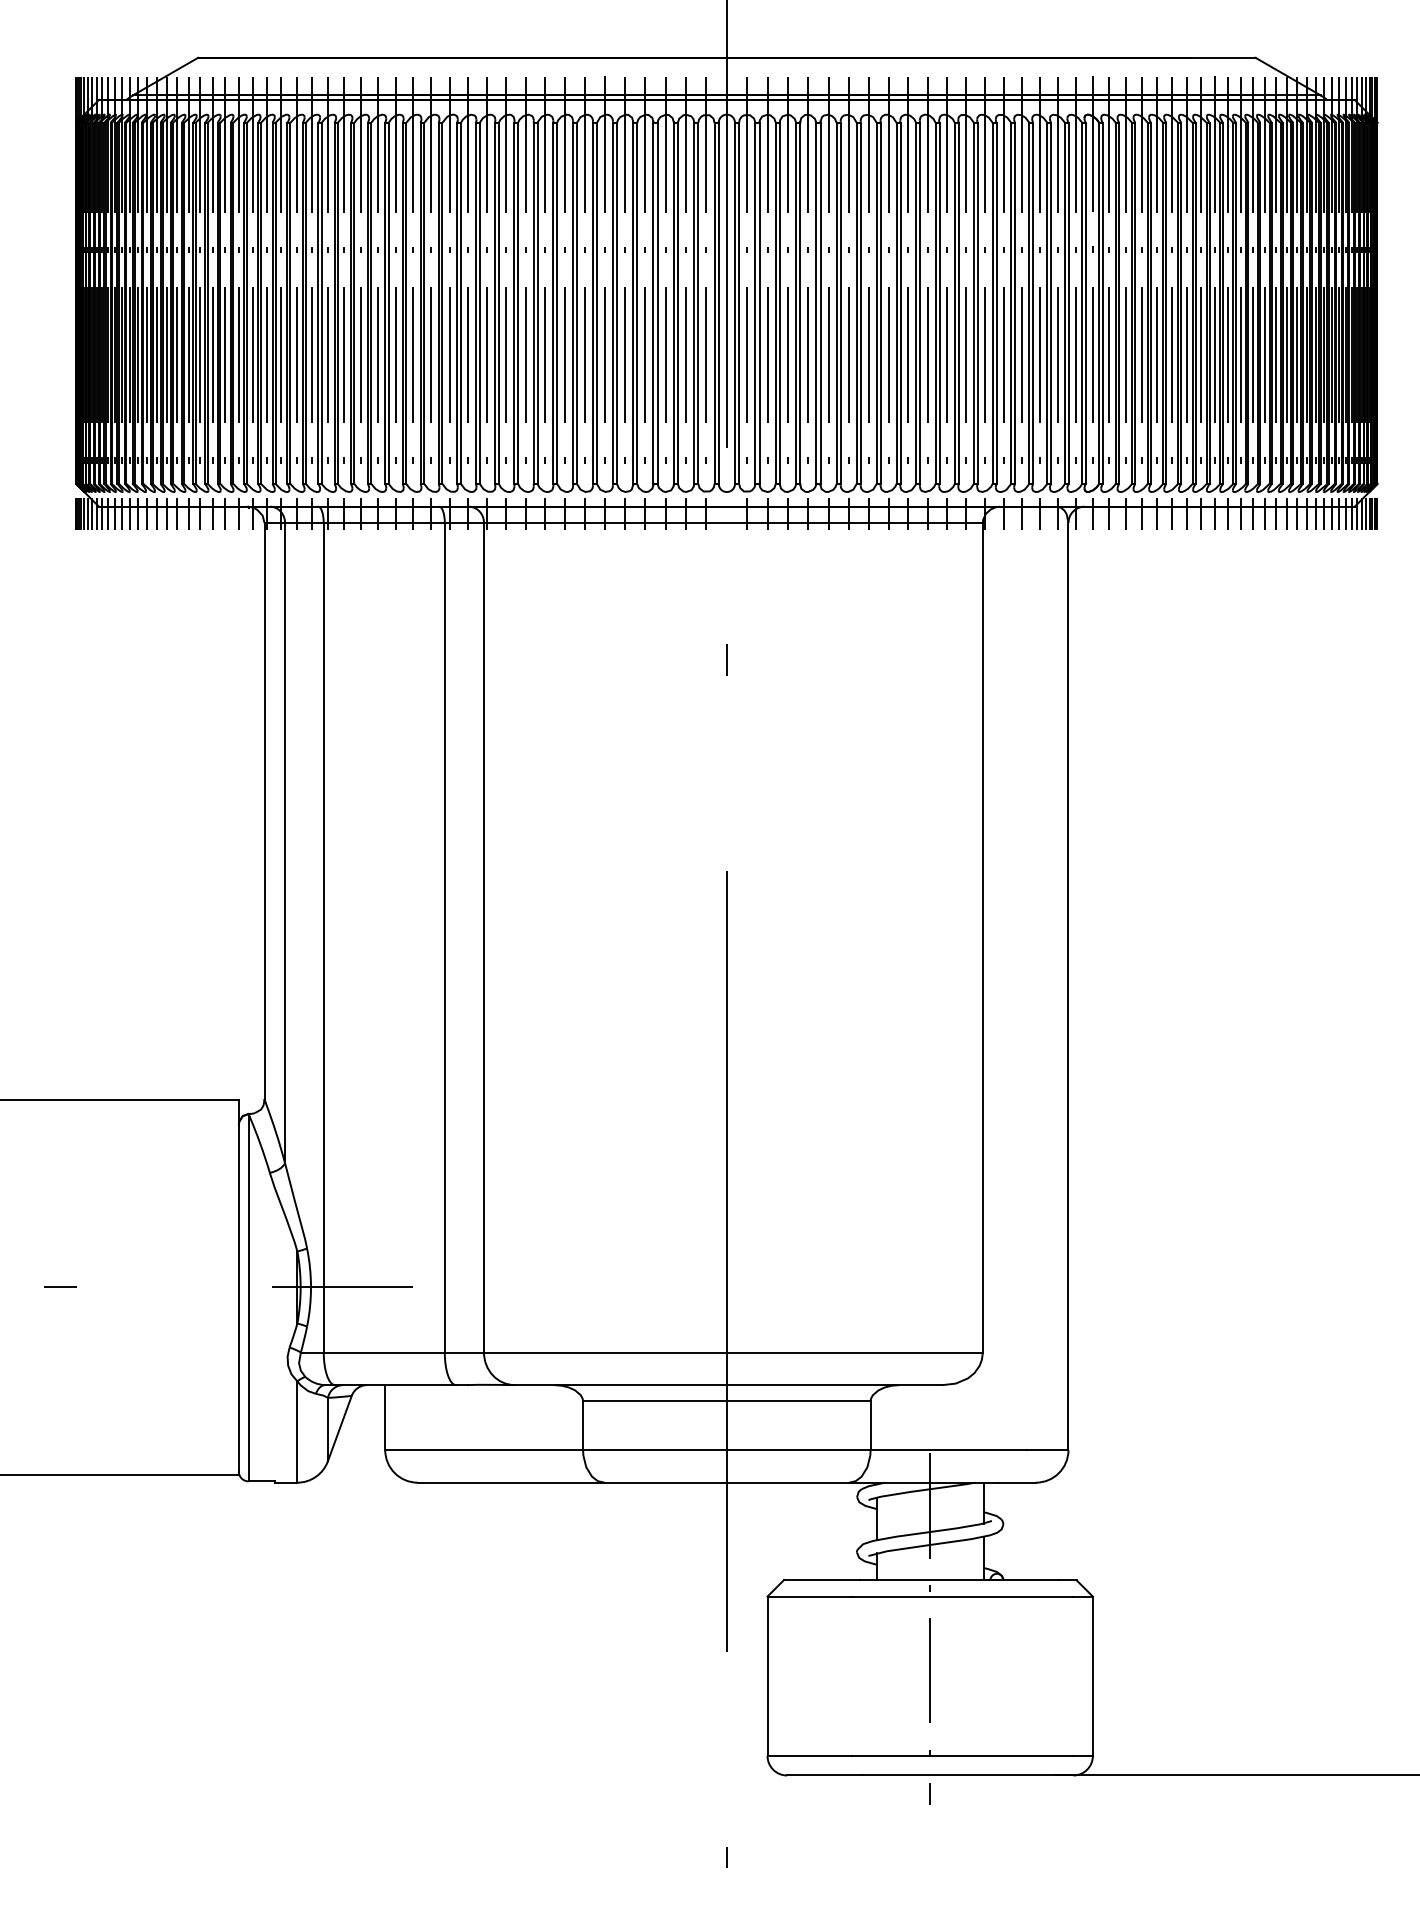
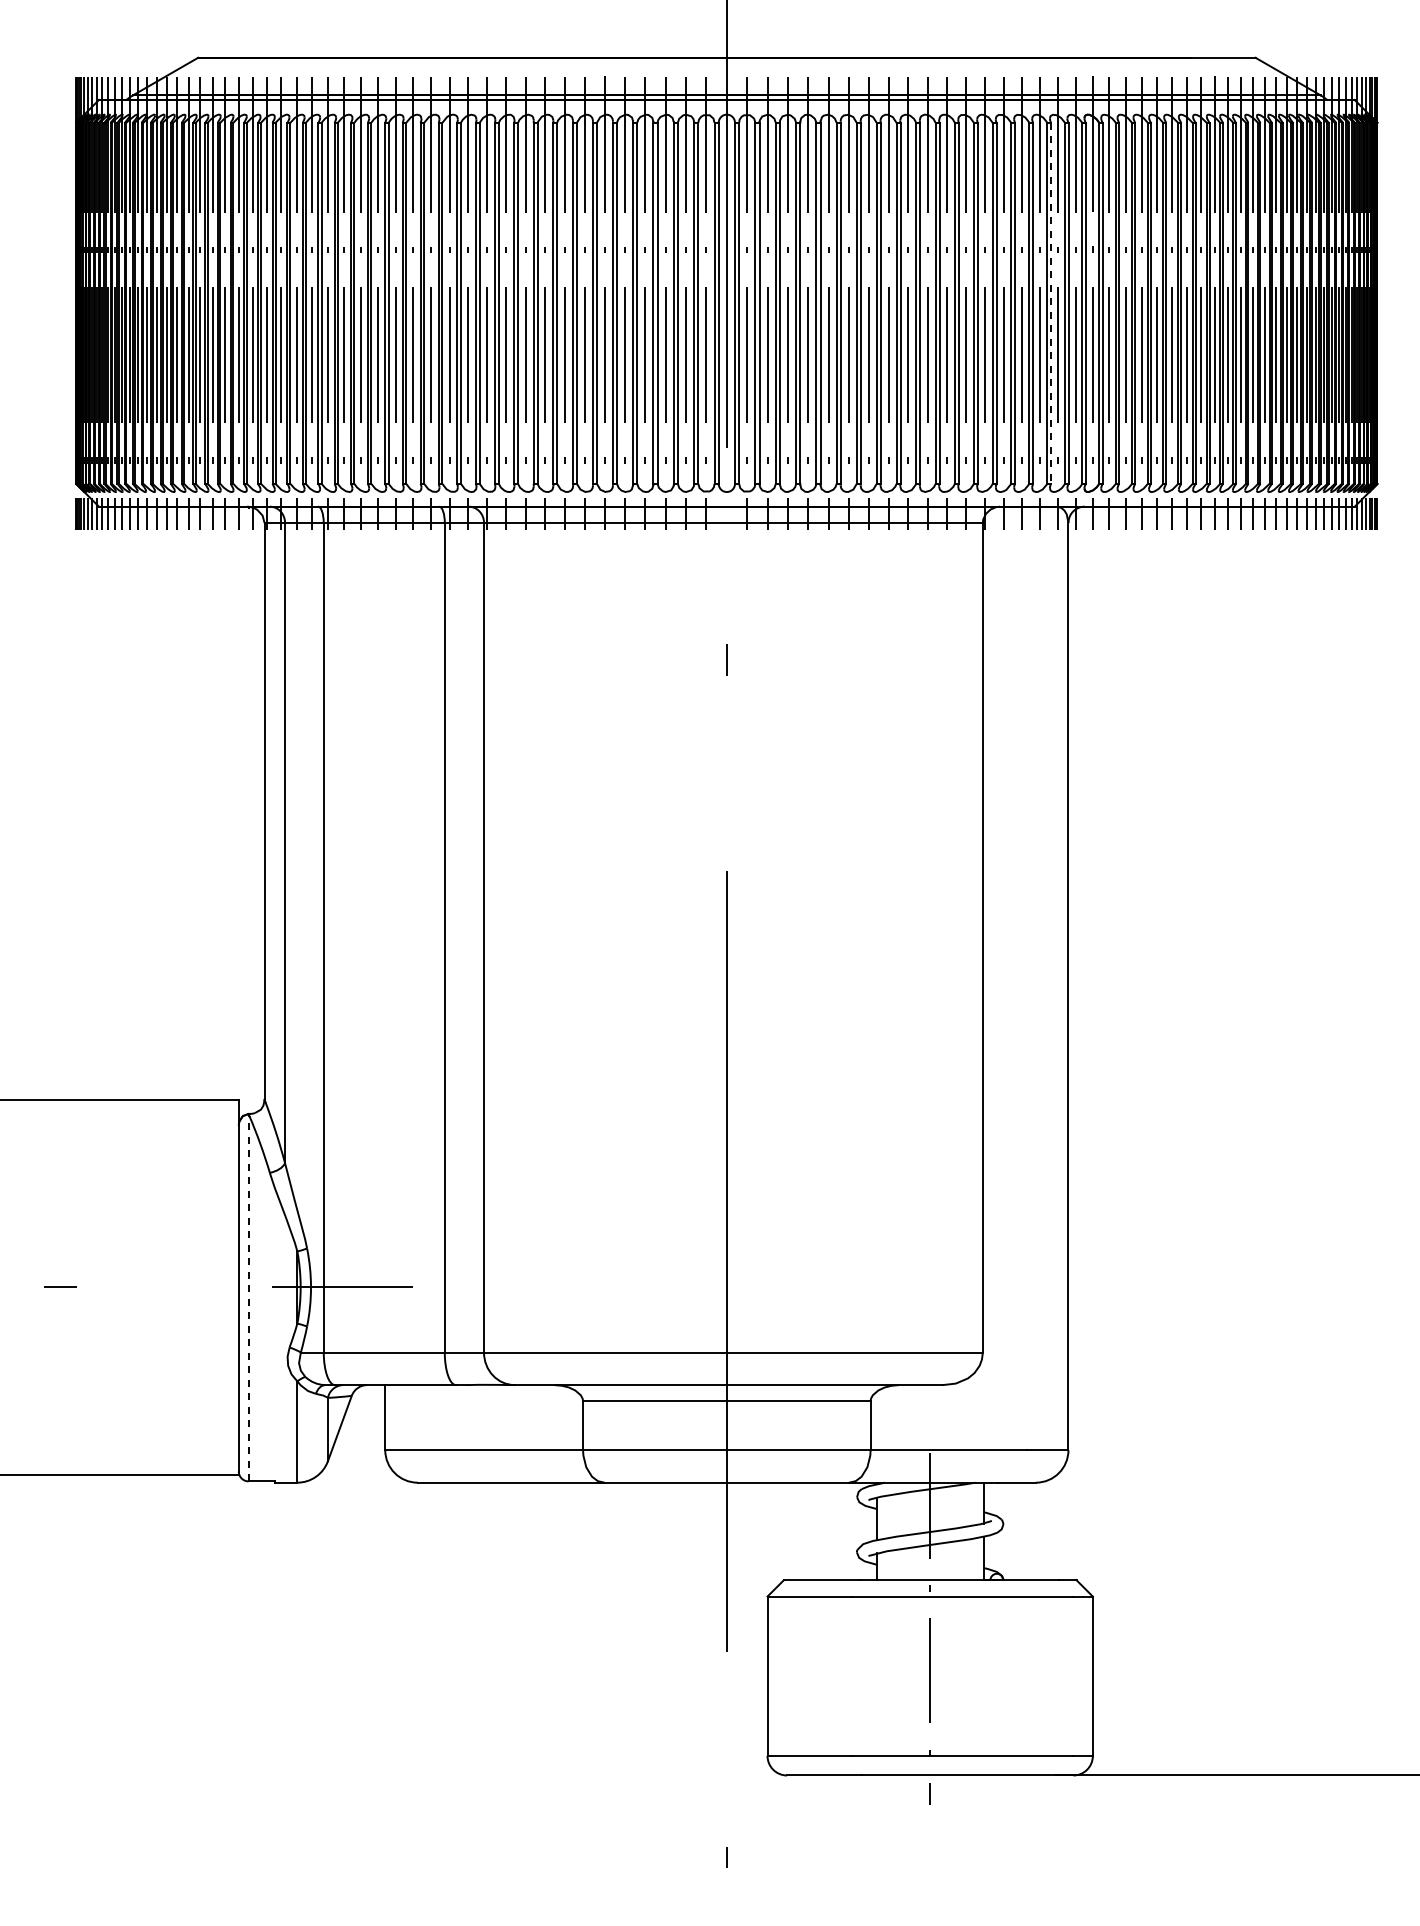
line at (1051, 303): solid -> dashed
line at (248, 1298): solid -> dashed
